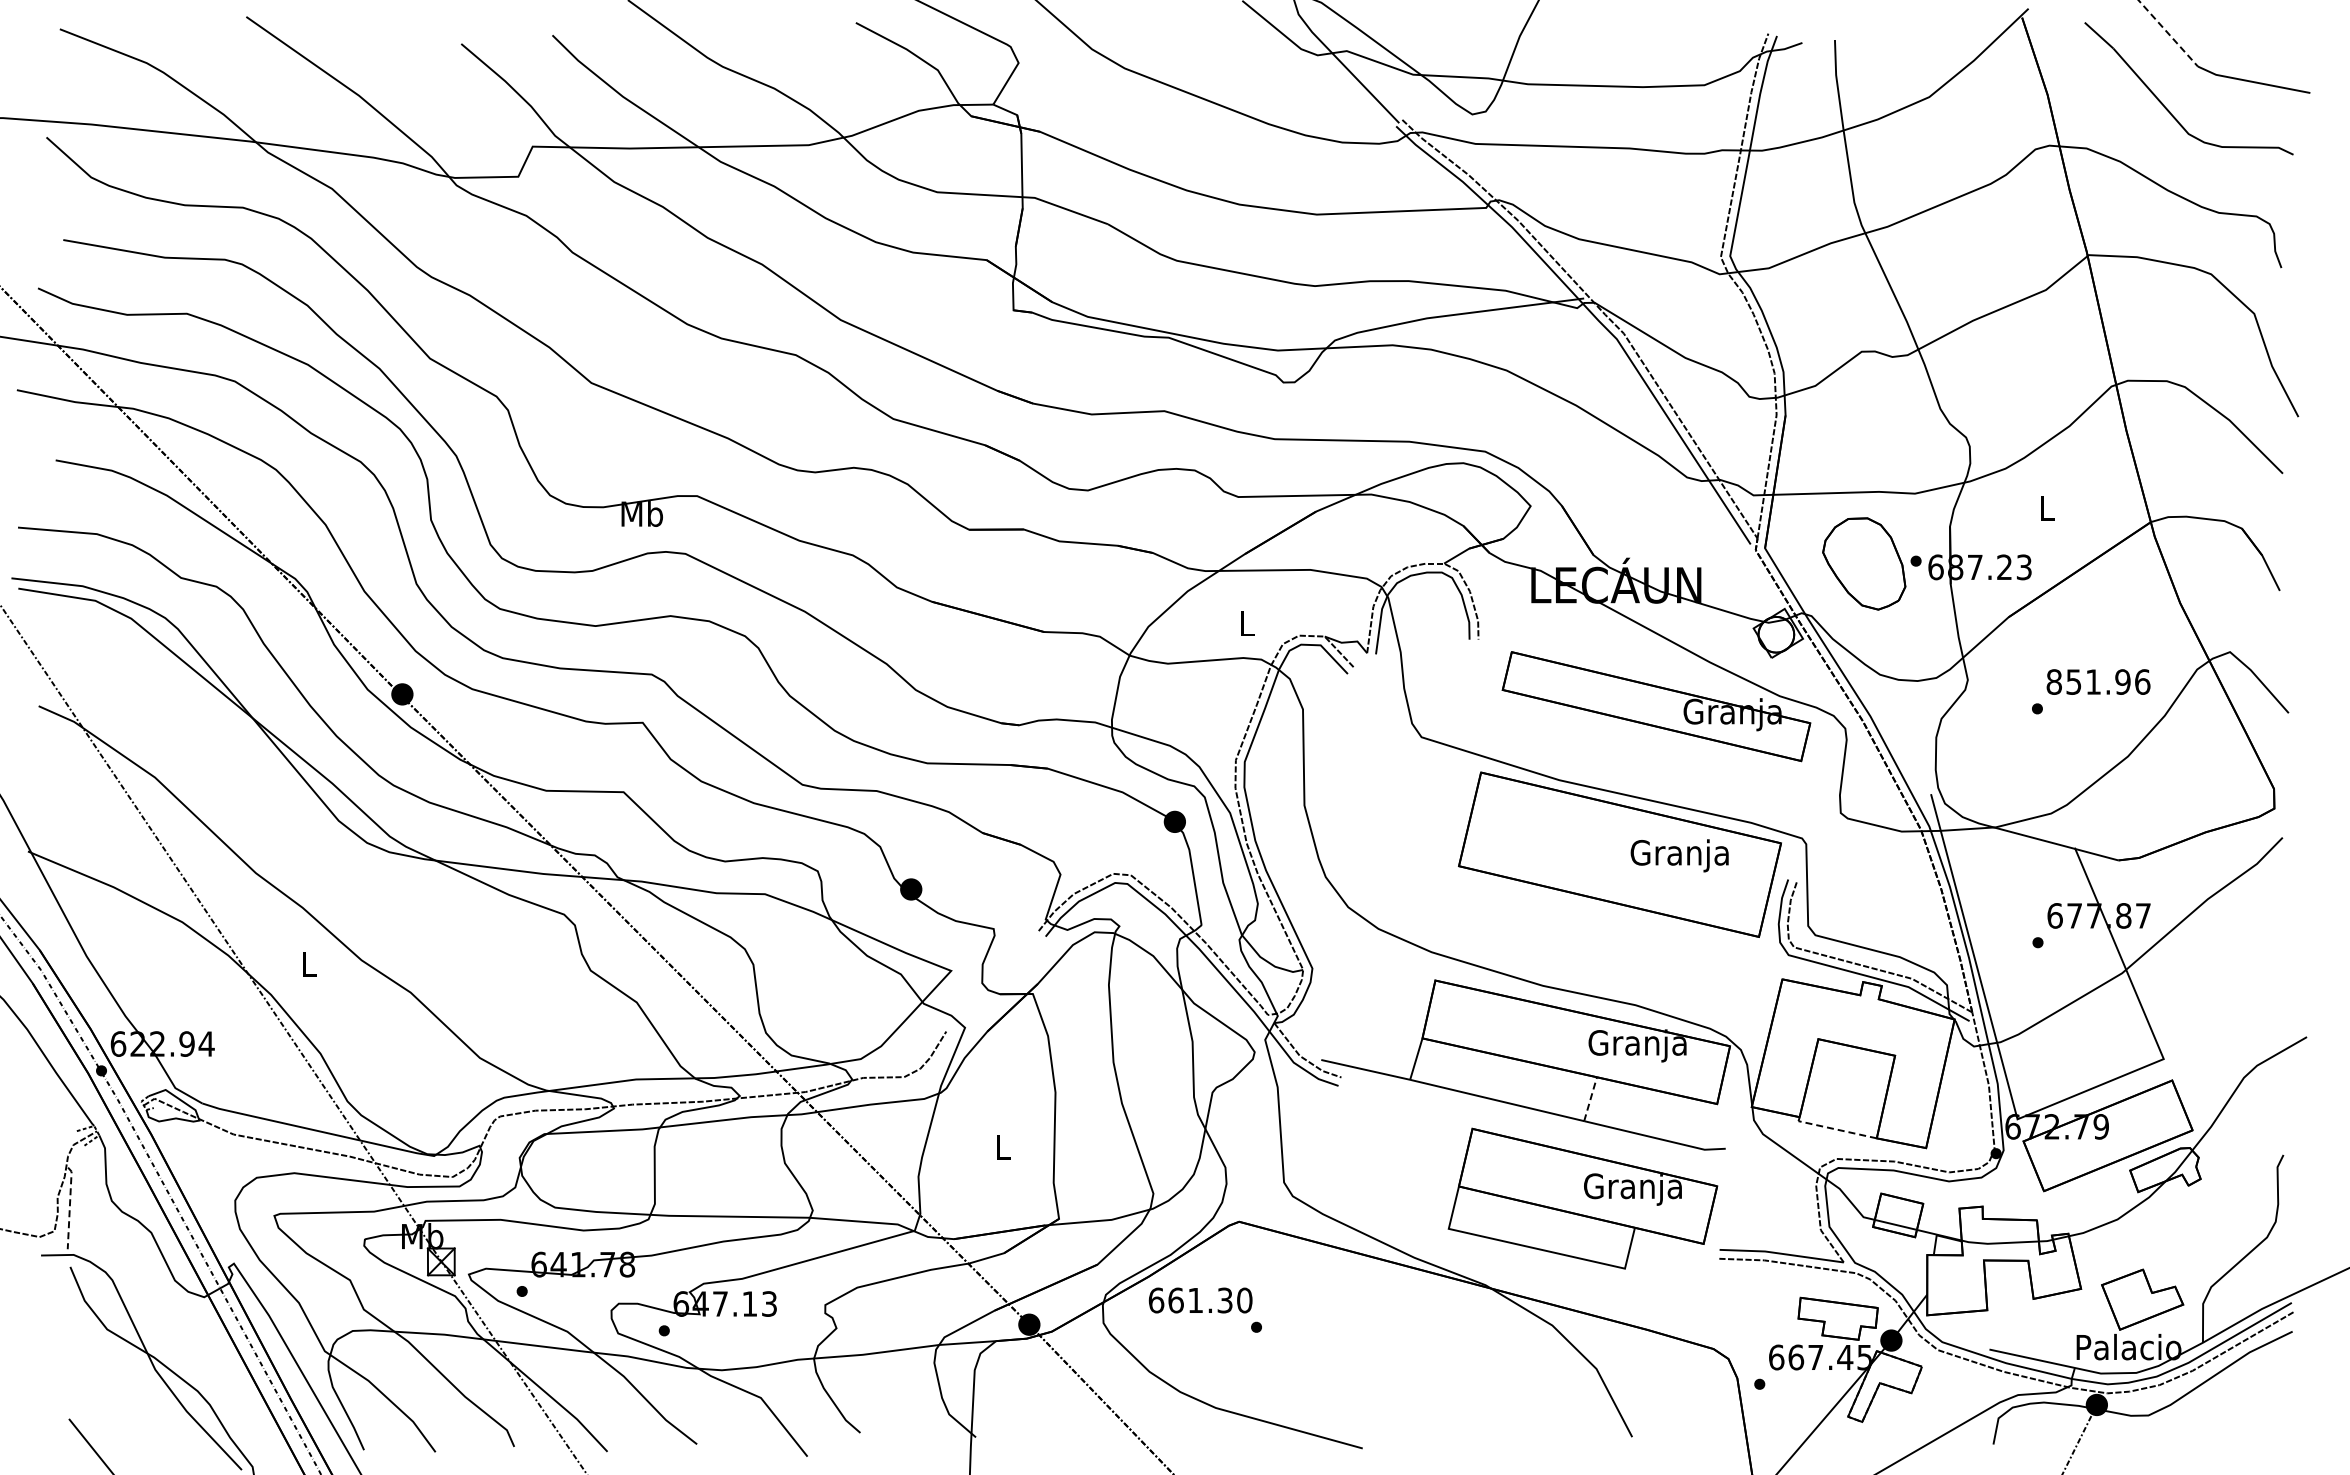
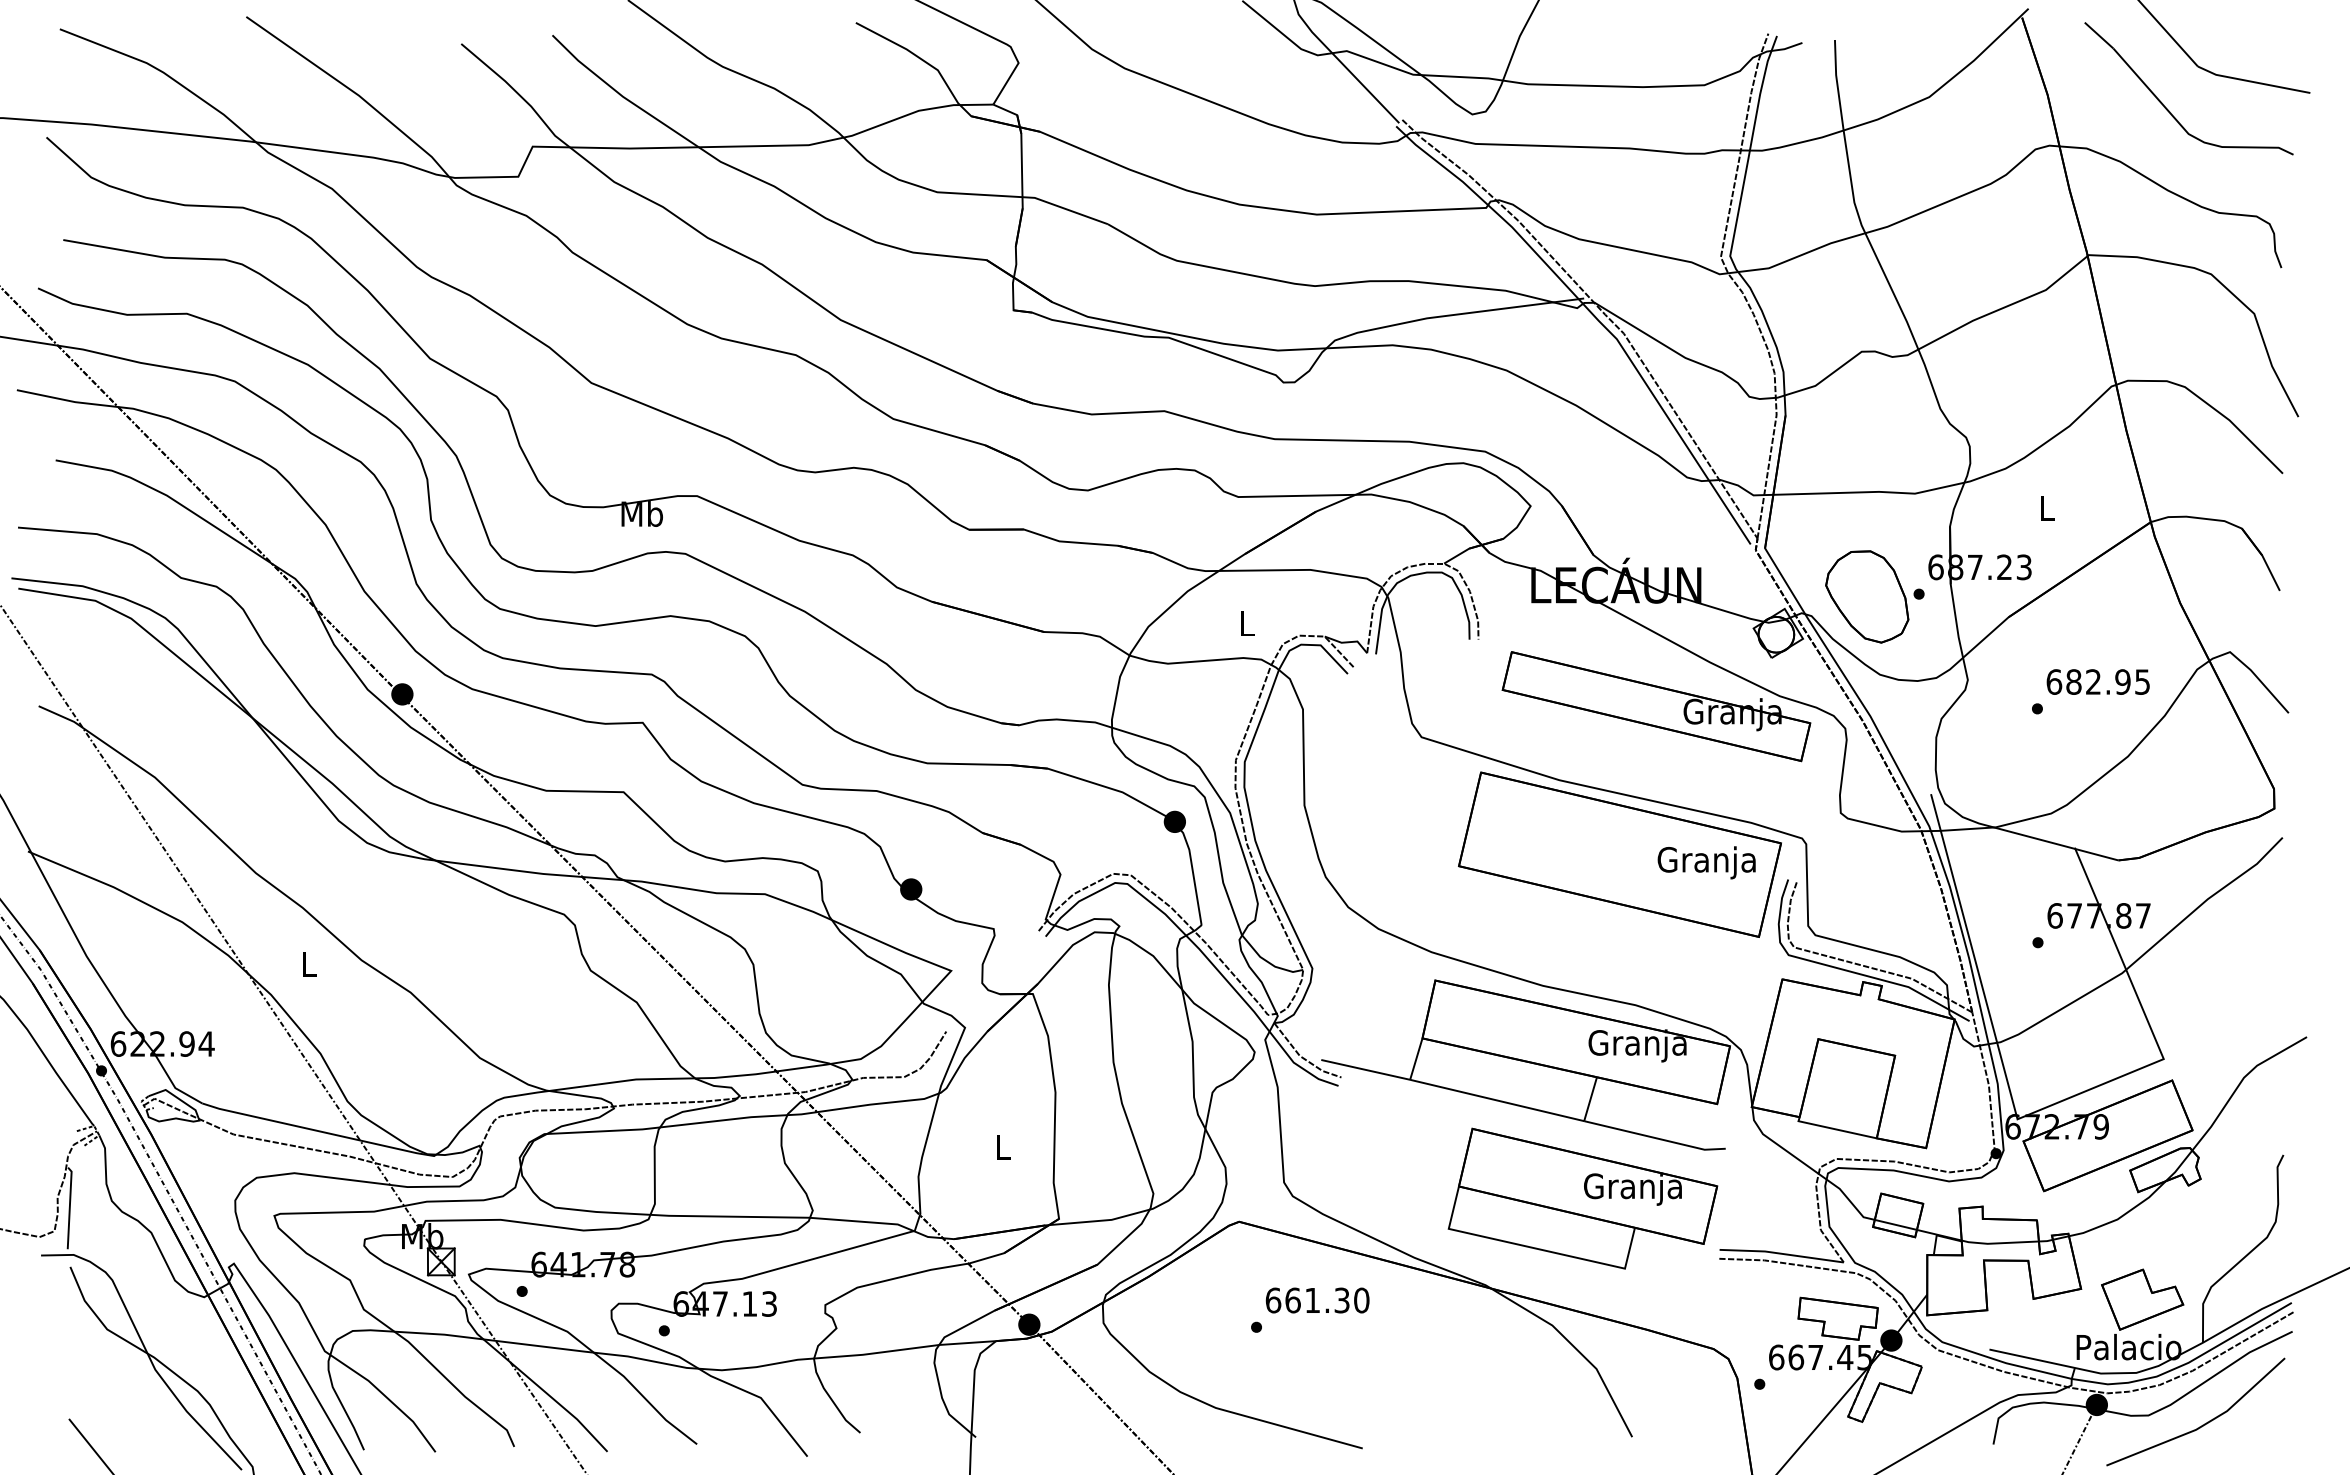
line at (2168, 33): dashed -> solid
part at (1871, 563) position: (1871, 563) -> (1874, 596)
text at (2098, 681): 851.96 -> 682.95
text at (1679, 855) position: (1679, 855) -> (1706, 862)
line at (1590, 1099): dashed -> solid
line at (1834, 1129): dashed -> solid
line at (69, 1207): dashed -> solid
text at (1200, 1300) position: (1200, 1300) -> (1317, 1300)
line at (2202, 1424): none -> present
